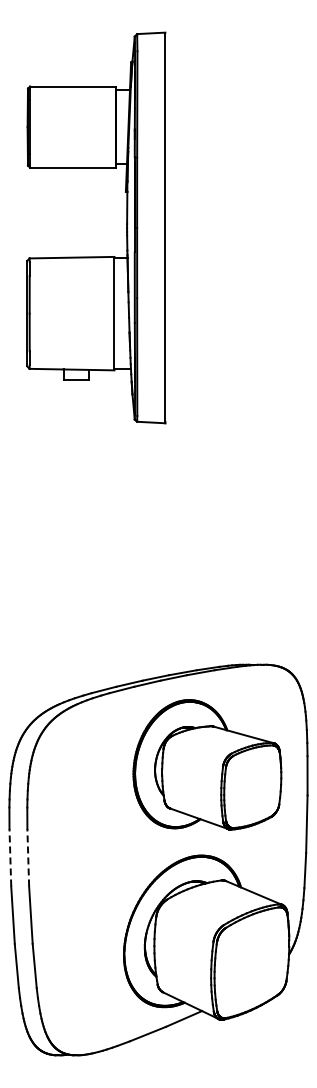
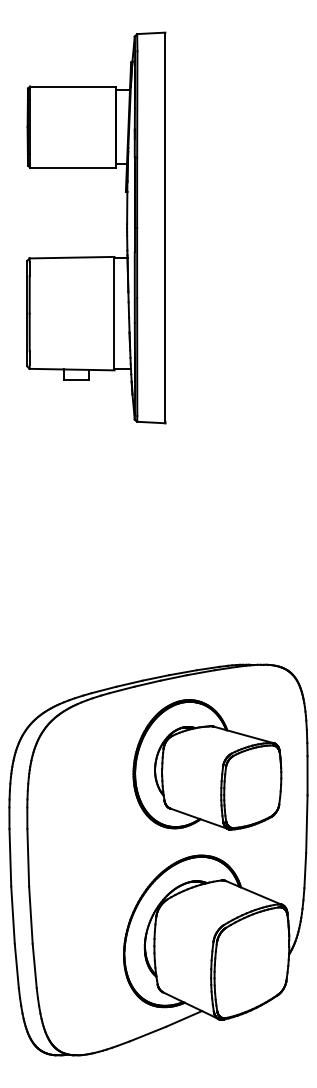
line at (10, 857): dashed -> solid
line at (28, 857): dashed -> solid
